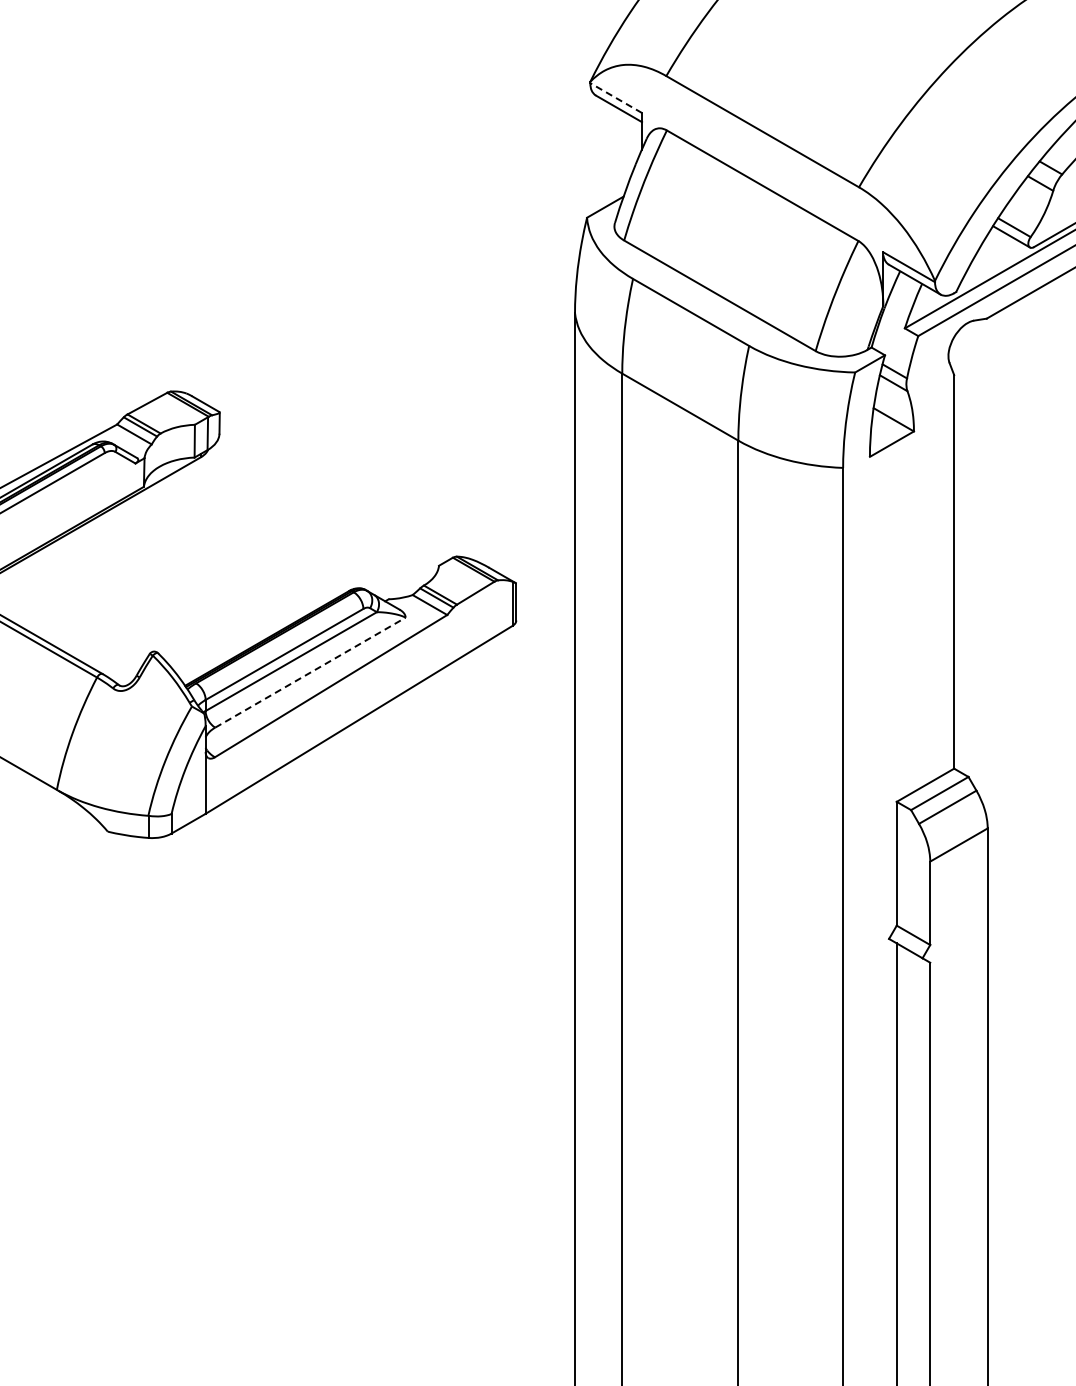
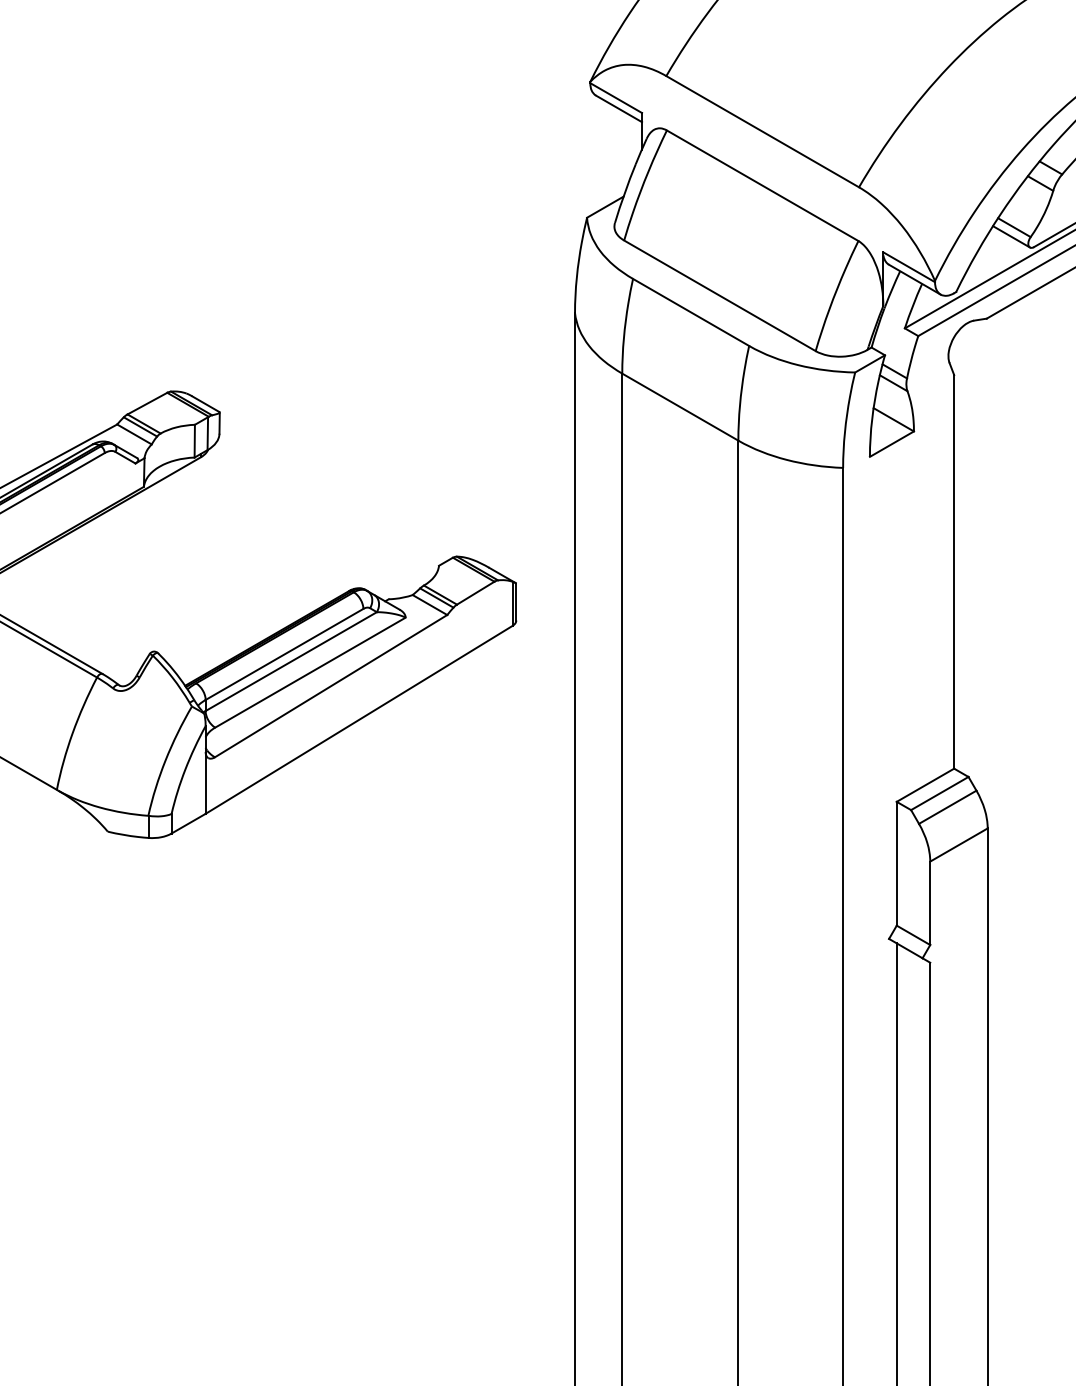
line at (616, 98): dashed -> solid
line at (310, 672): dashed -> solid
